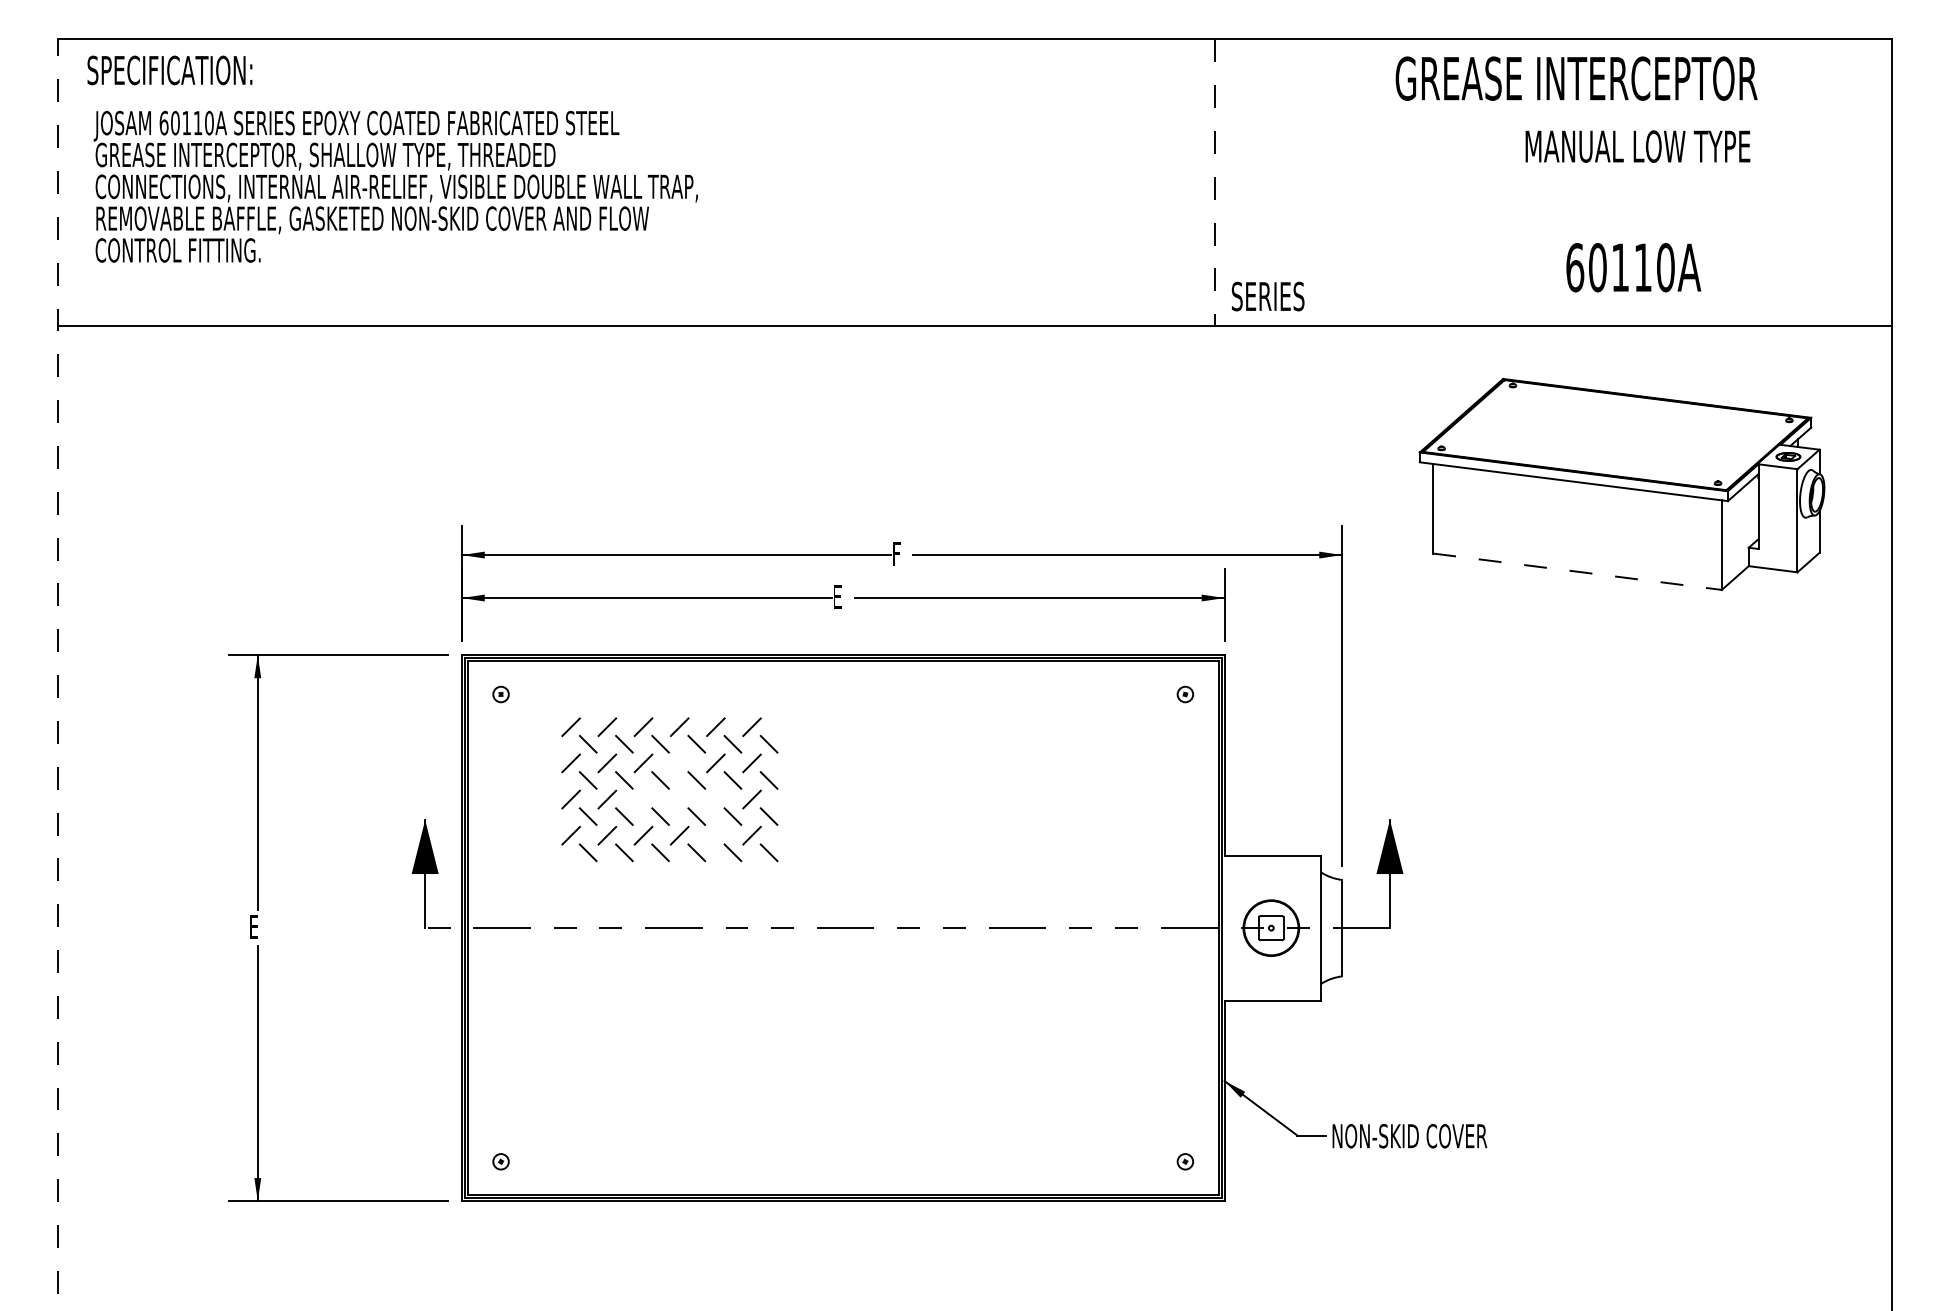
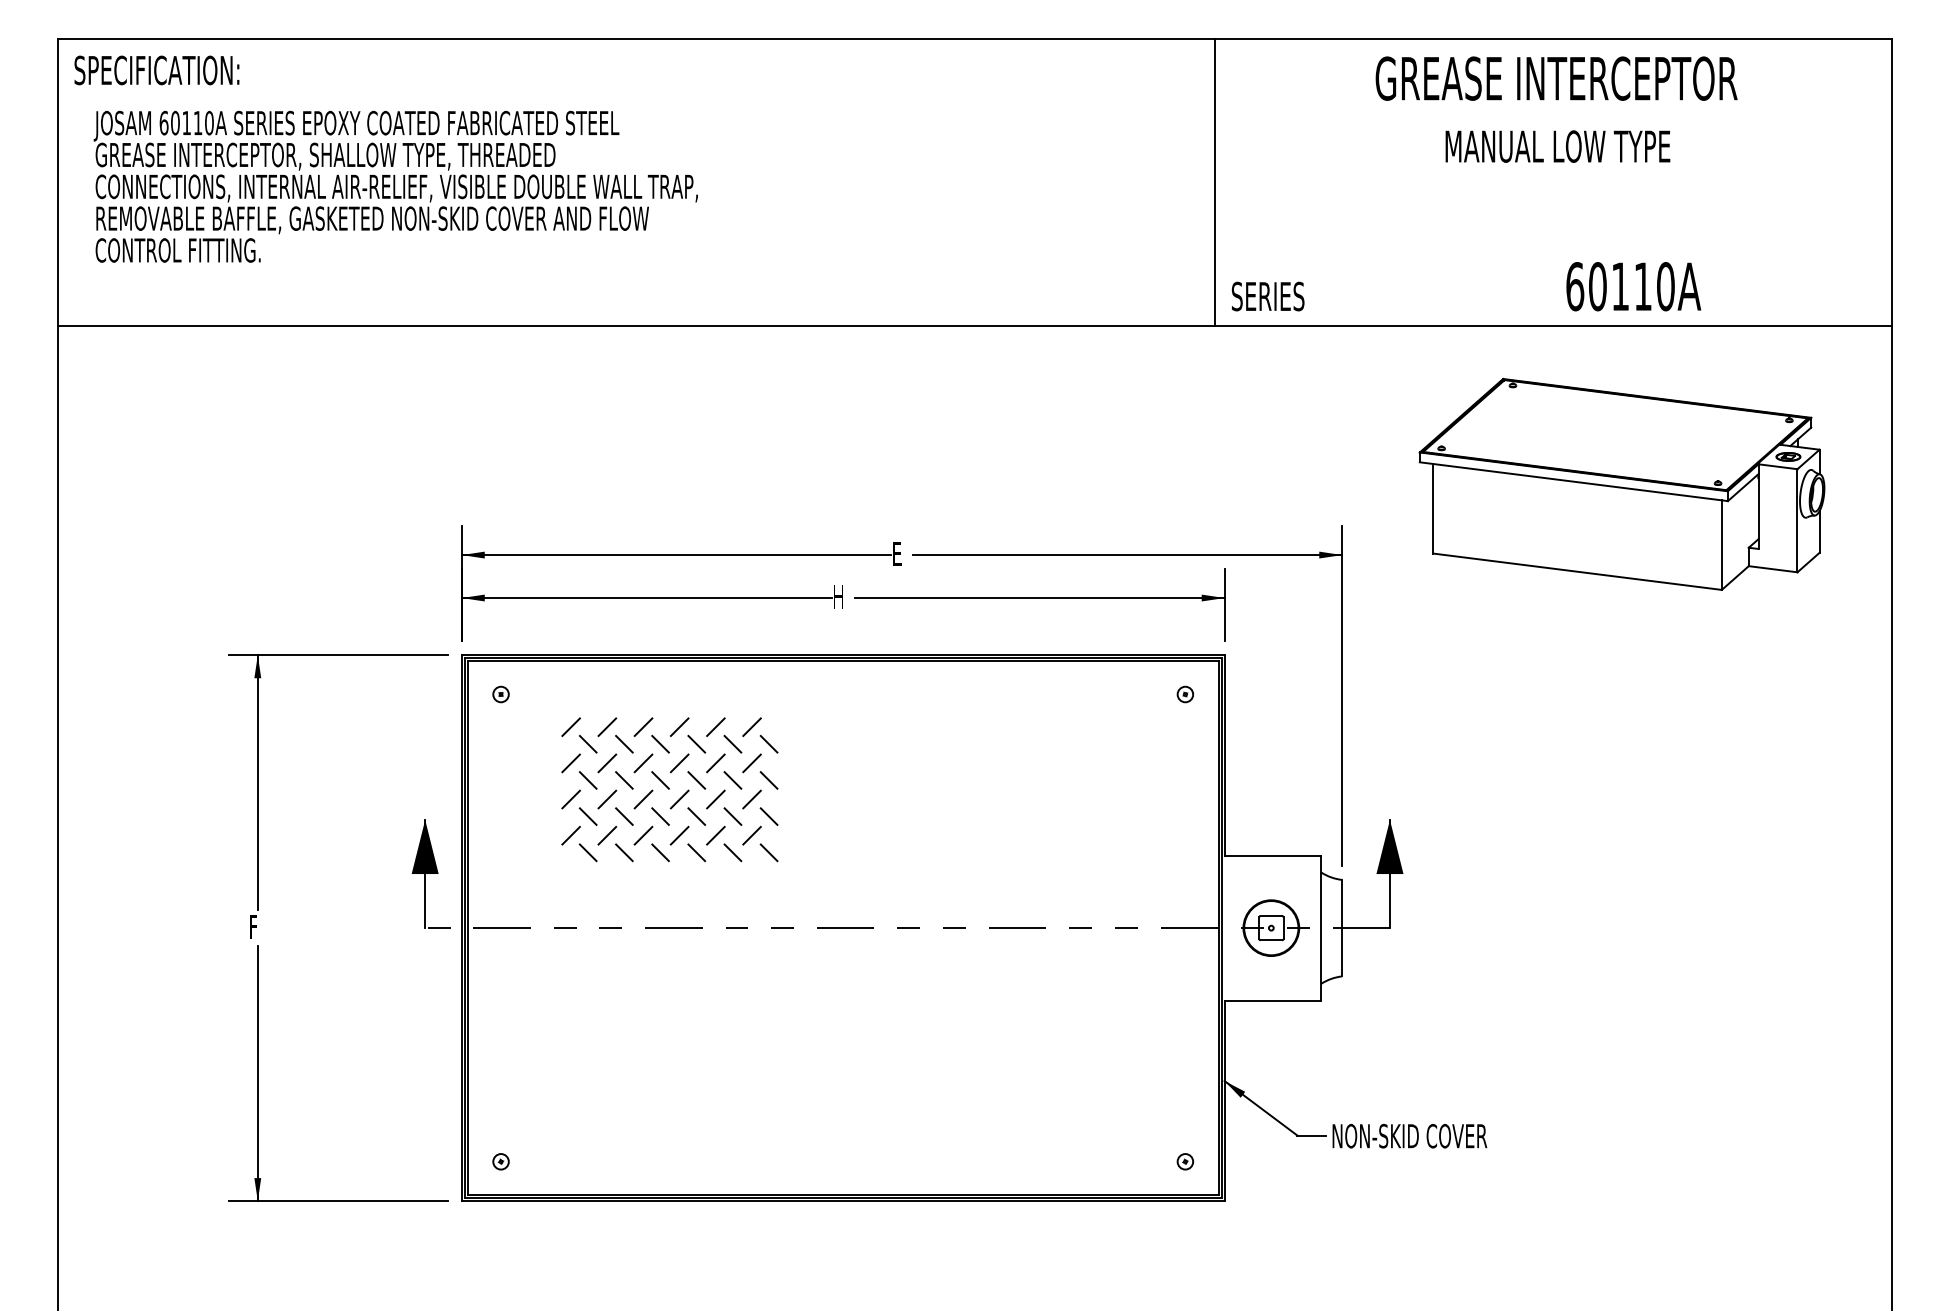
text at (169, 70) position: (169, 70) -> (156, 70)
text at (1576, 78) position: (1576, 78) -> (1556, 78)
text at (1637, 146) position: (1637, 146) -> (1557, 146)
line at (1214, 183): dashed -> solid
text at (1633, 267) position: (1633, 267) -> (1633, 286)
text at (898, 558): F -> E
line at (1578, 571): dashed -> solid
text at (838, 596): E -> H
line at (58, 674): dashed -> solid
line at (679, 763): none -> present
line at (643, 799): none -> present
line at (679, 799): none -> present
line at (715, 799): none -> present
line at (715, 835): none -> present
text at (254, 926): E -> F
